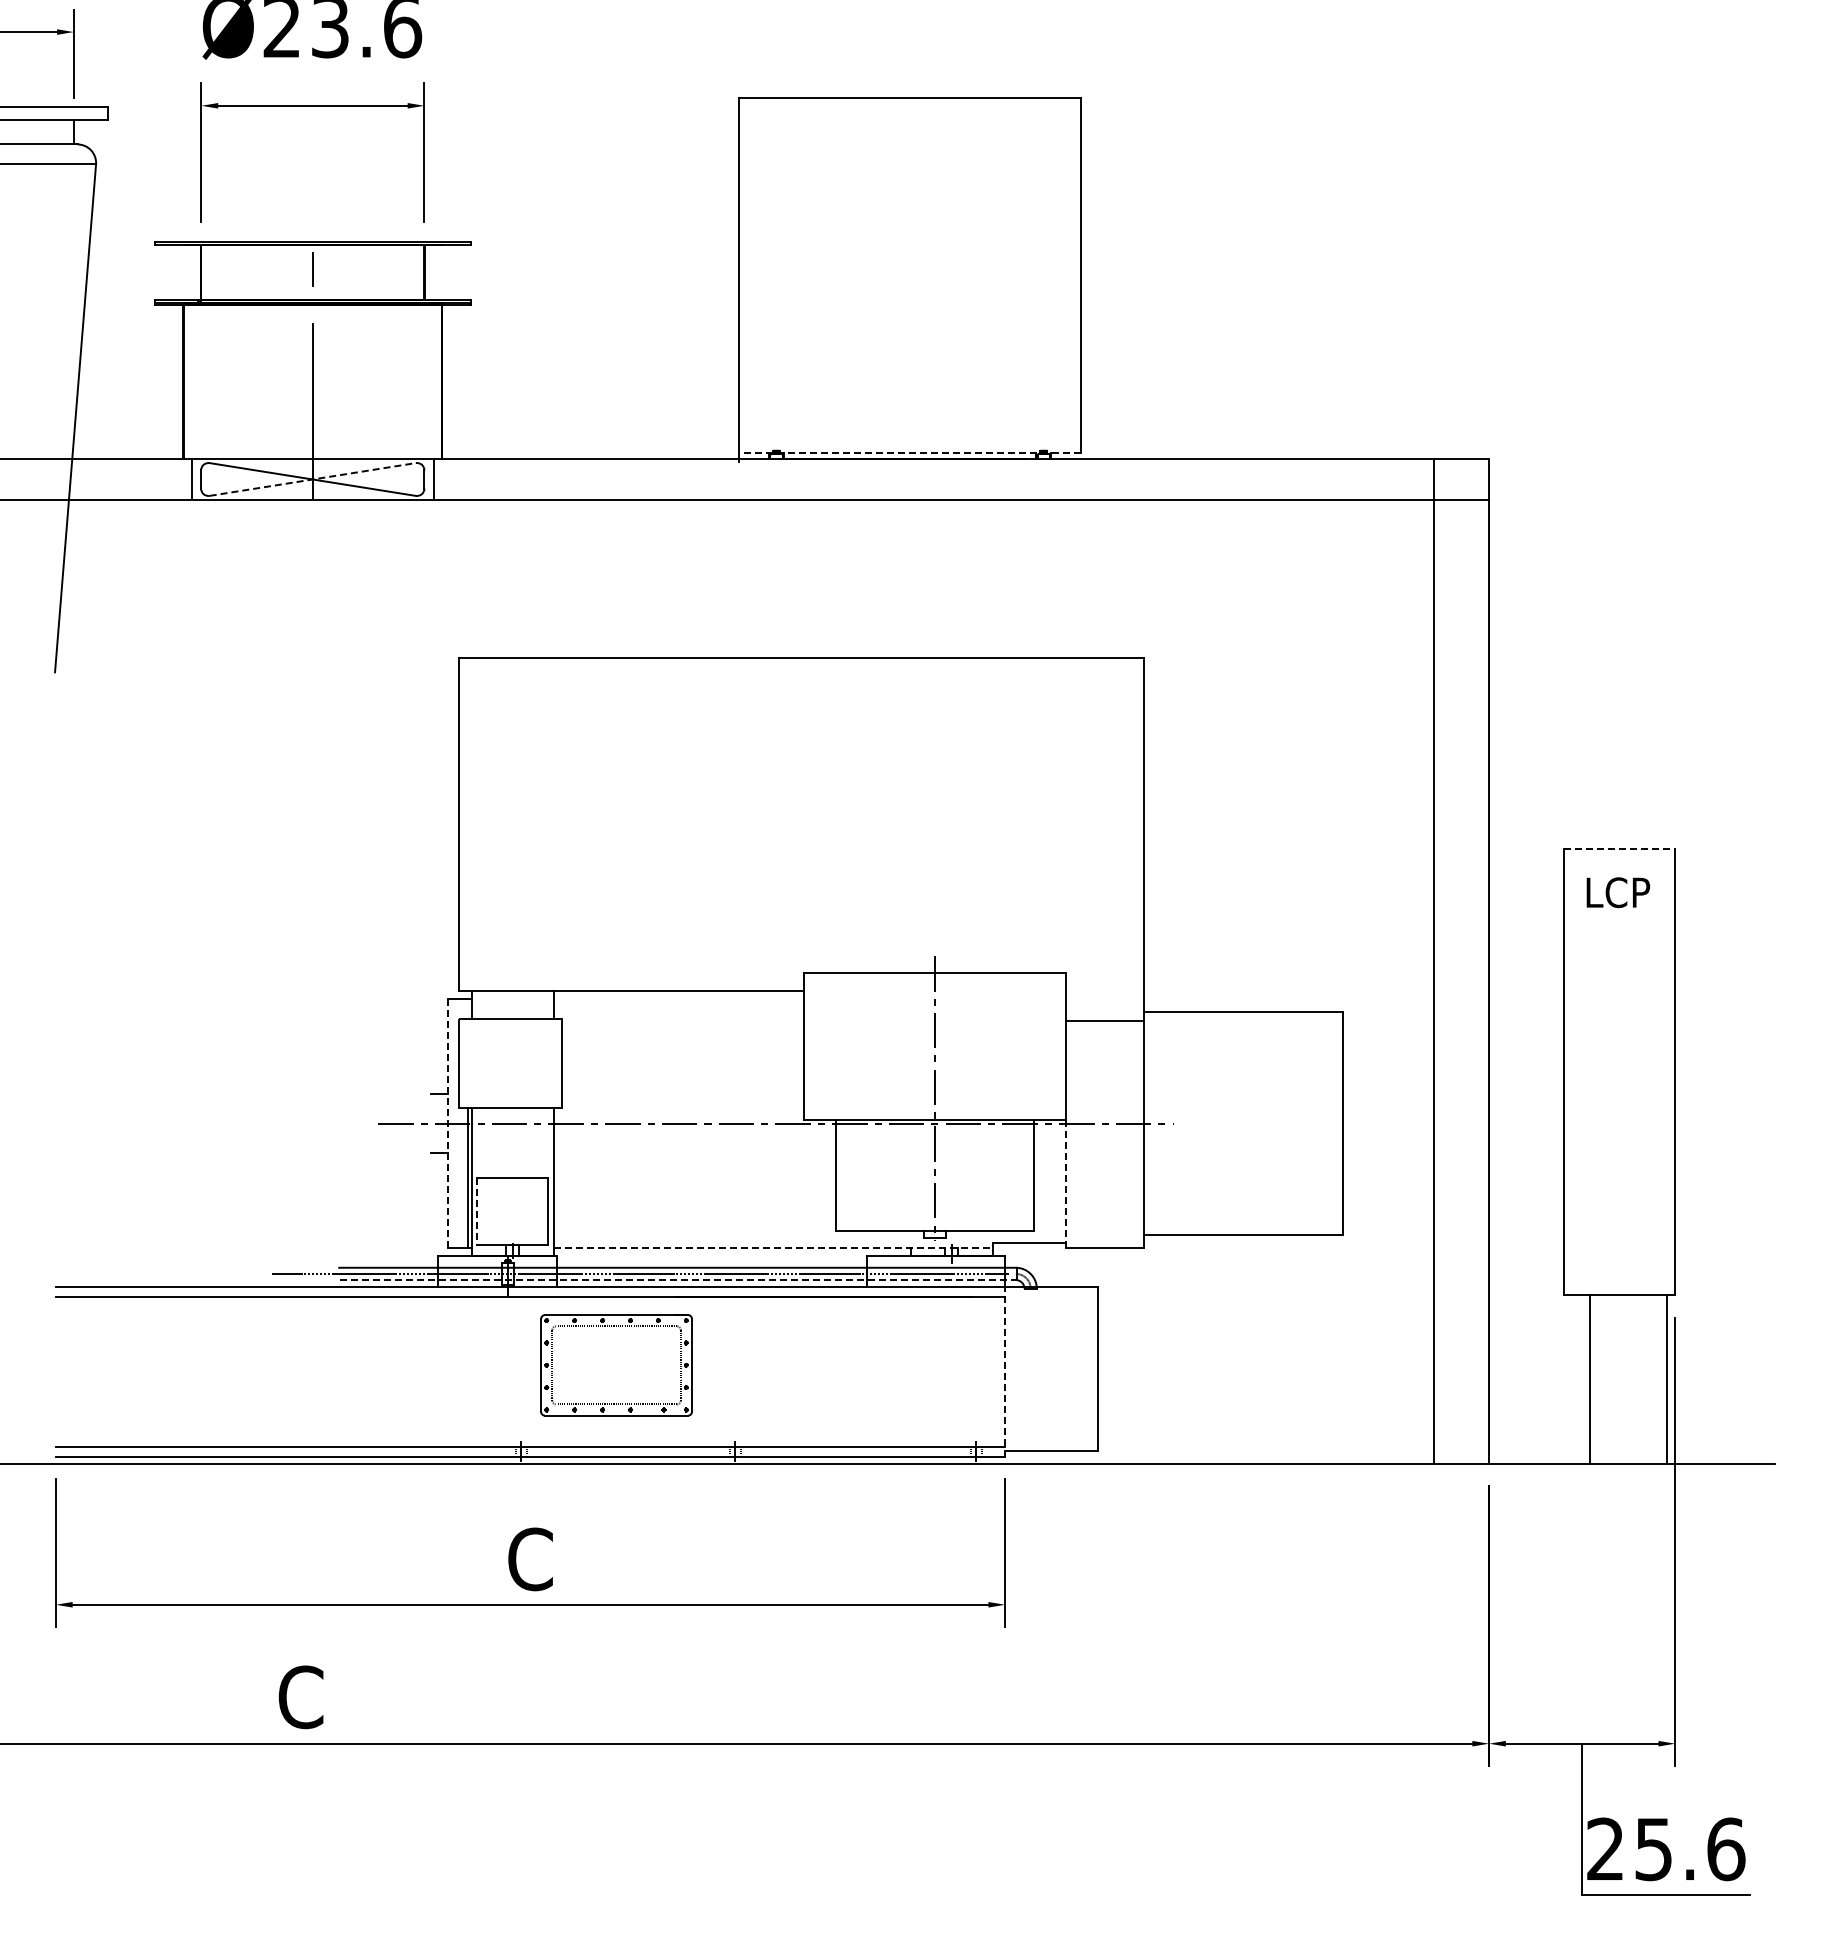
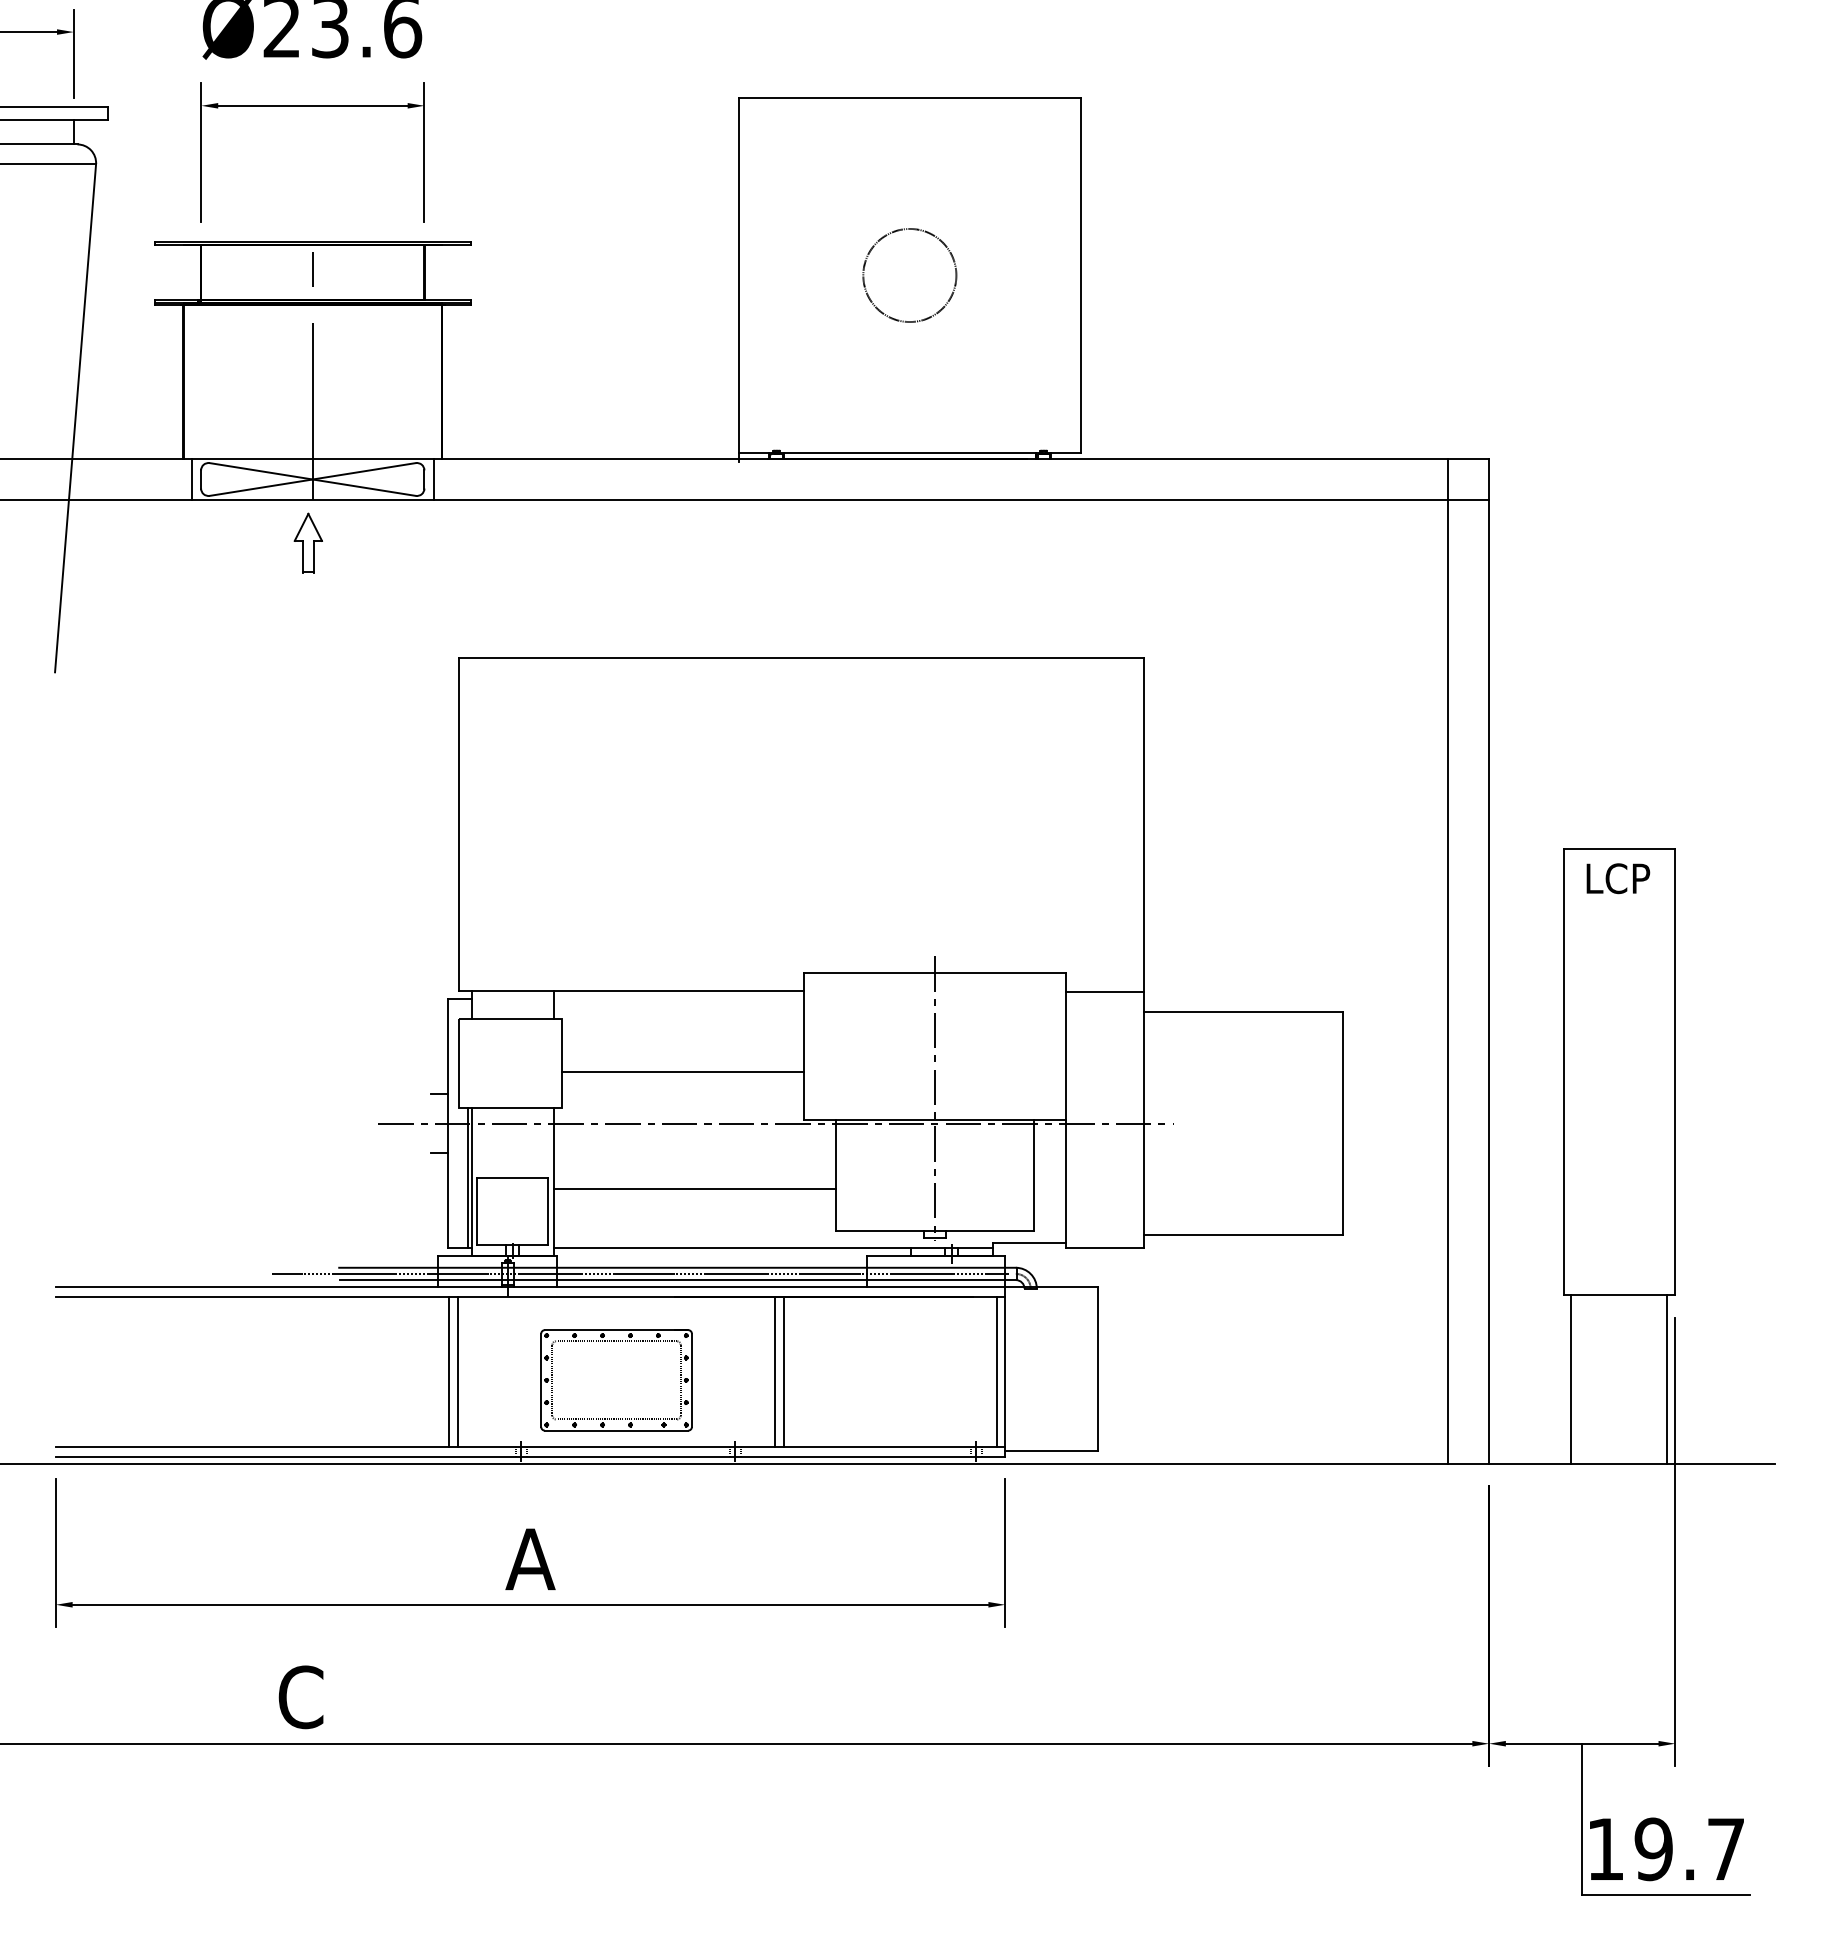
circle at (909, 275): none -> present
line at (909, 453): dashed -> solid
line at (313, 479): dashed -> solid
part at (307, 542): none -> present
line at (1619, 848): dashed -> solid
text at (1618, 892) position: (1618, 892) -> (1618, 878)
line at (1434, 961) position: (1434, 961) -> (1448, 961)
line at (1105, 1021) position: (1105, 1021) -> (1105, 992)
line at (682, 1072): none -> present
line at (447, 1123): dashed -> solid
line at (1066, 1184): dashed -> solid
line at (694, 1189): none -> present
line at (477, 1211): dashed -> solid
line at (773, 1248): dashed -> solid
line at (678, 1280): dashed -> solid
part at (616, 1365) position: (616, 1365) -> (616, 1380)
line at (449, 1371): none -> present
line at (458, 1371): none -> present
line at (774, 1371): none -> present
line at (784, 1371): none -> present
line at (996, 1371): none -> present
line at (1005, 1372): dashed -> solid
line at (1589, 1379) position: (1589, 1379) -> (1570, 1379)
text at (530, 1559): C -> A
text at (1666, 1849): 25.6 -> 19.7
